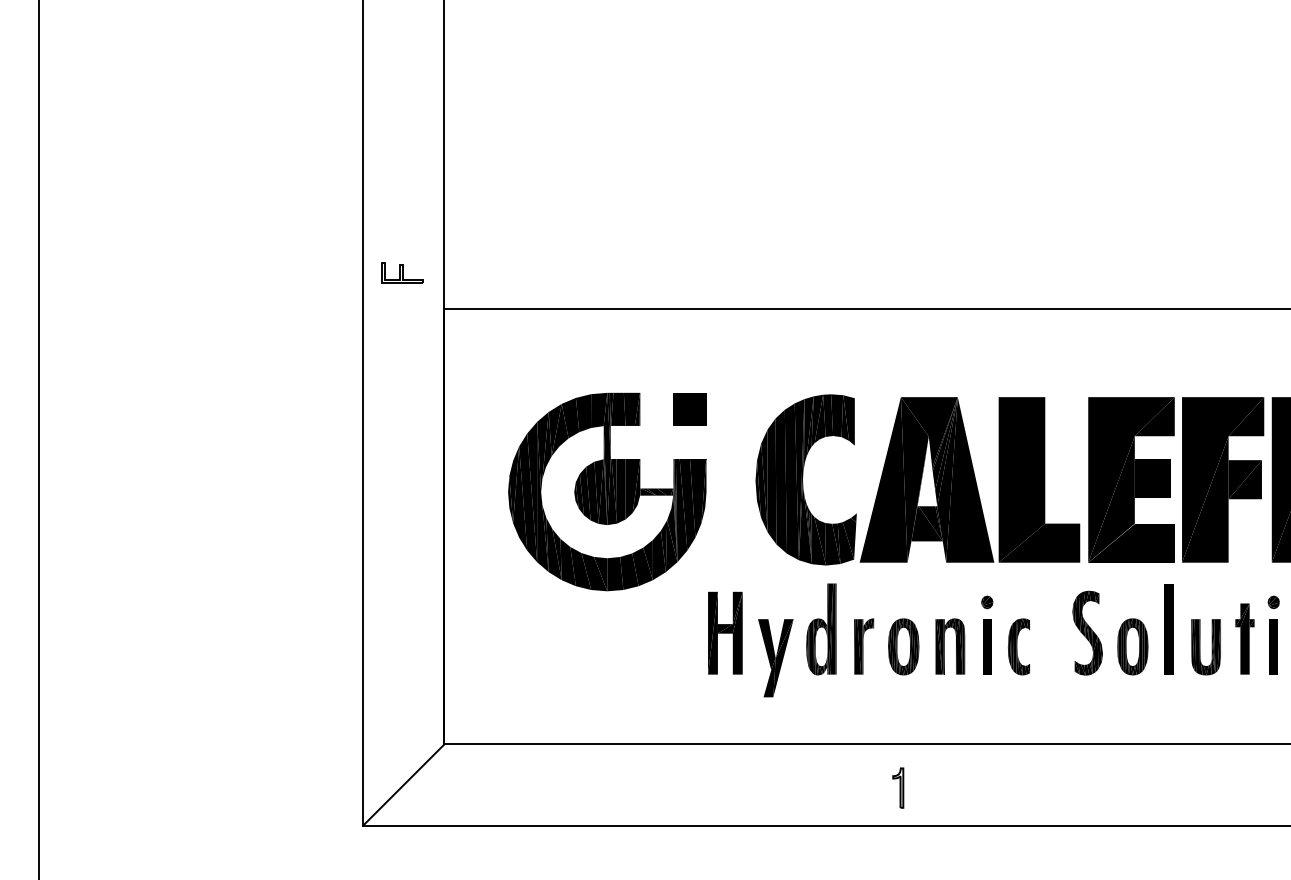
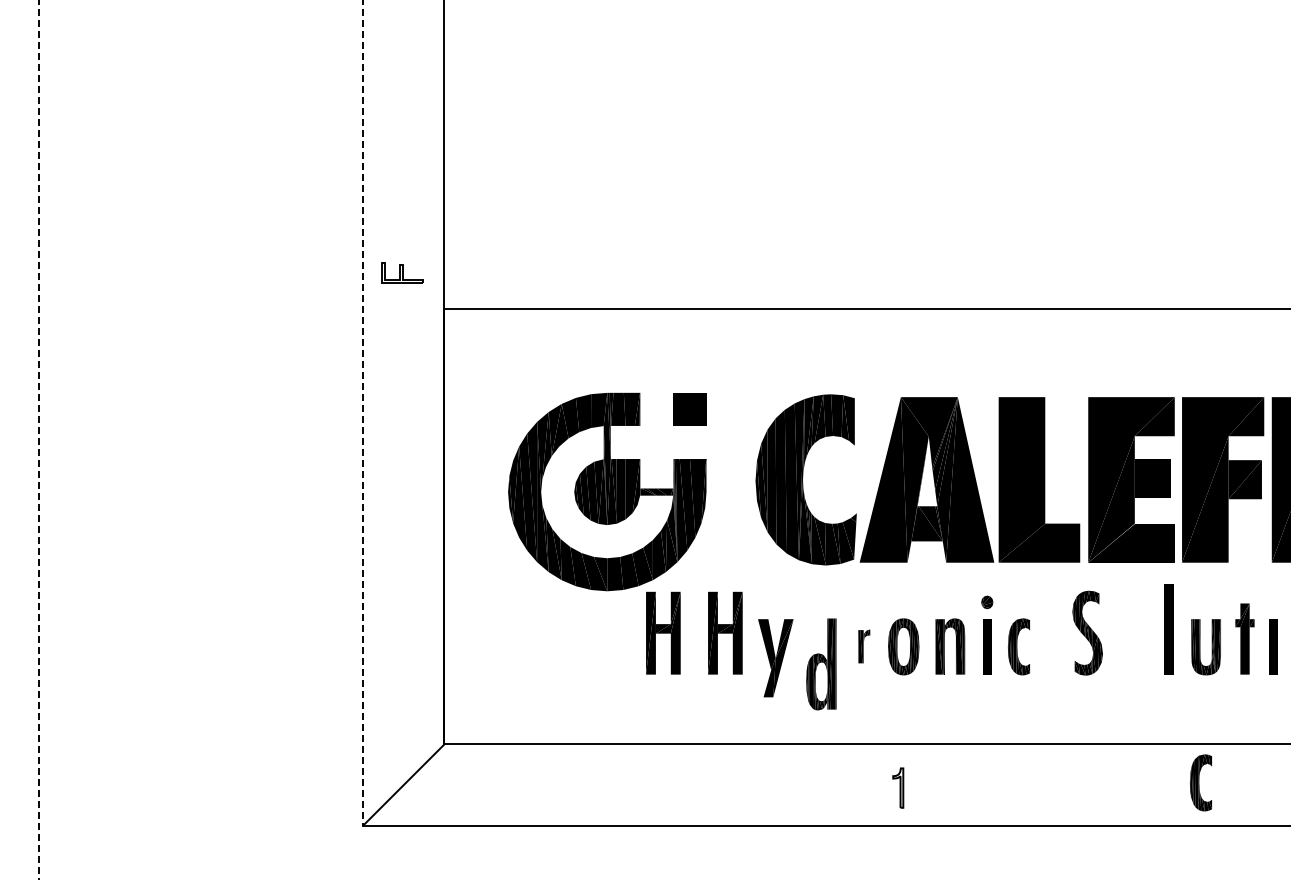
line at (363, 413): solid -> dashed
line at (38, 440): solid -> dashed
part at (1273, 602): present -> none
part at (821, 629) position: (821, 629) -> (821, 664)
part at (663, 632): none -> present
part at (864, 646) size: 21x57 px -> 13x35 px
part at (1132, 646): present -> none
part at (1200, 782): none -> present
